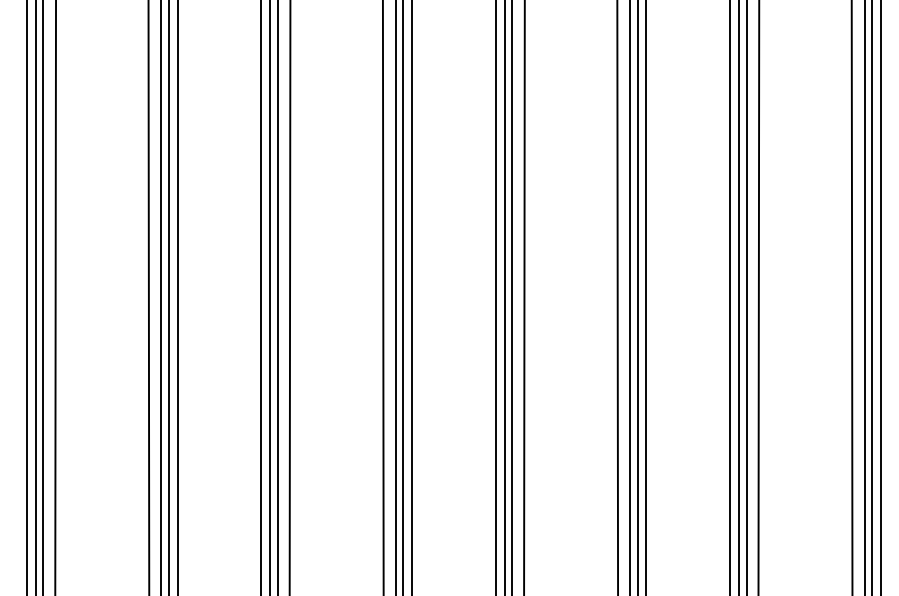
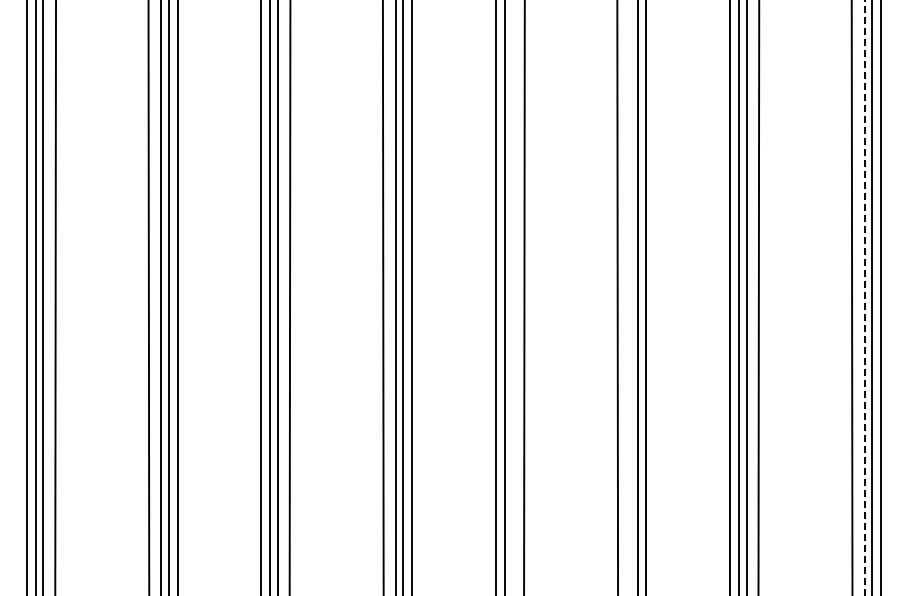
line at (512, 297): present -> none
line at (630, 297): present -> none
line at (864, 298): solid -> dashed
